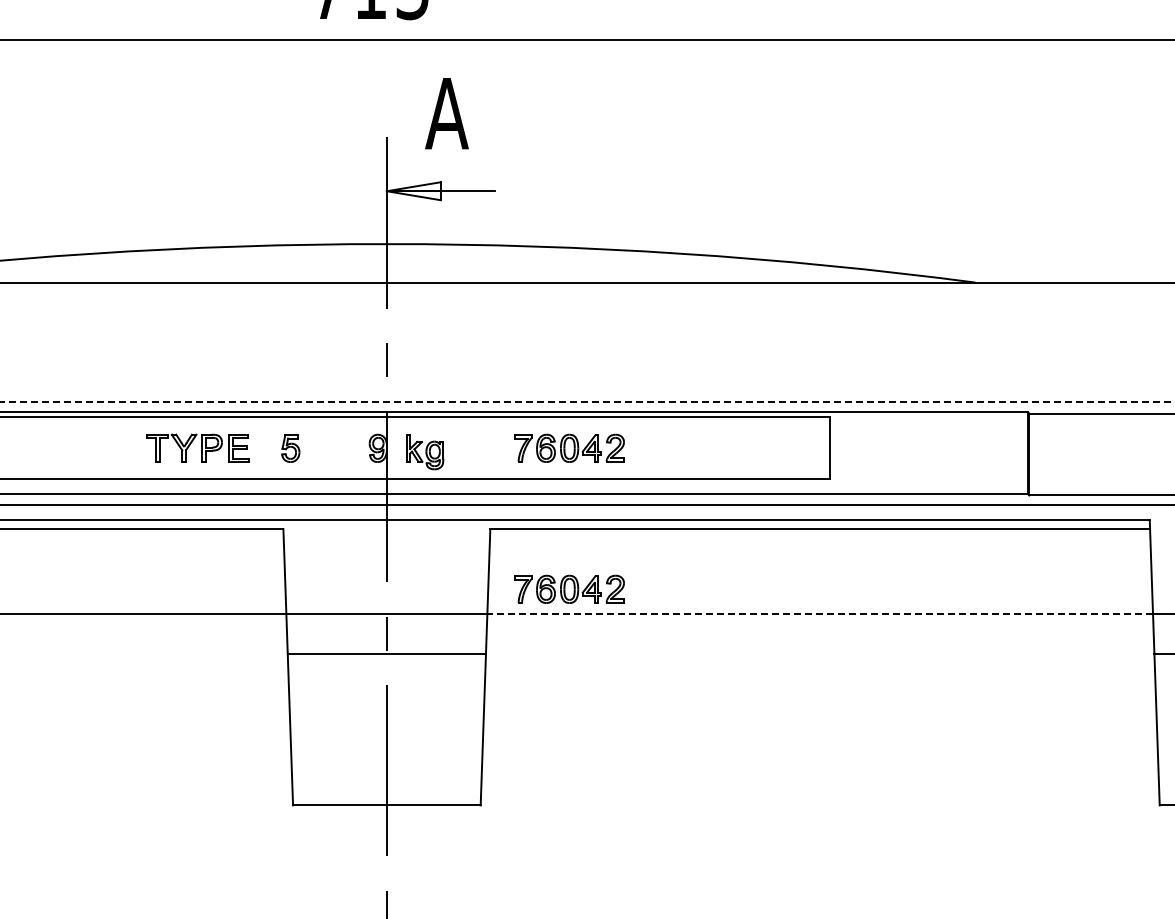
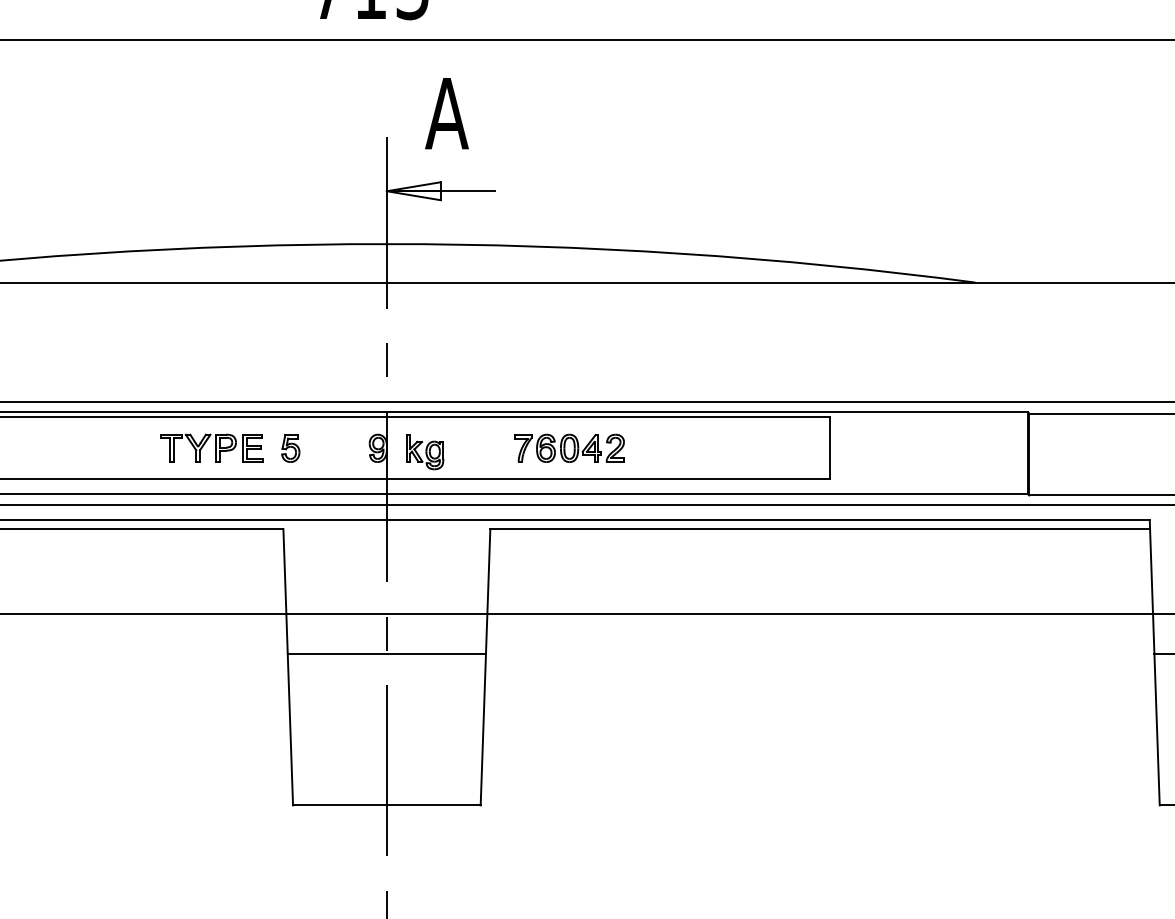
line at (586, 402): dashed -> solid
part at (197, 447) position: (197, 447) -> (211, 447)
part at (569, 588): present -> none
line at (820, 613): dashed -> solid
